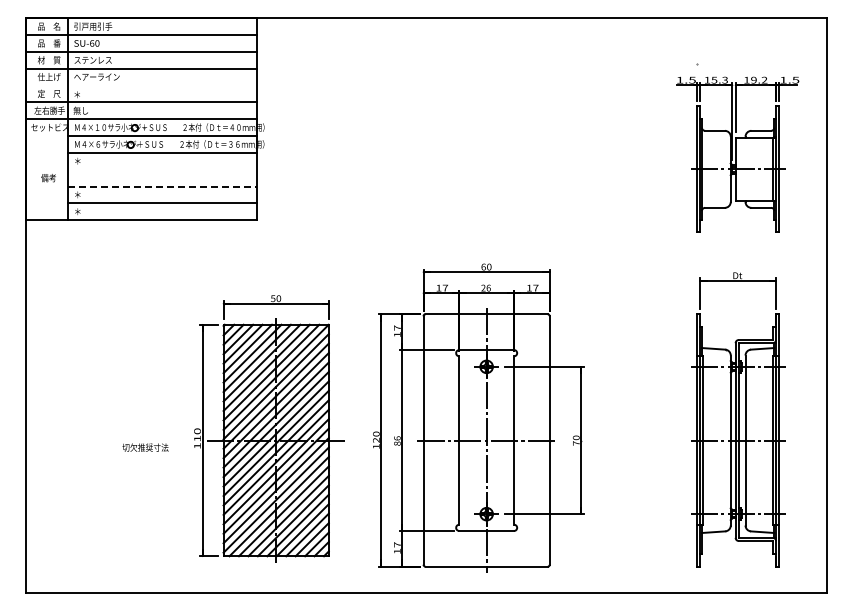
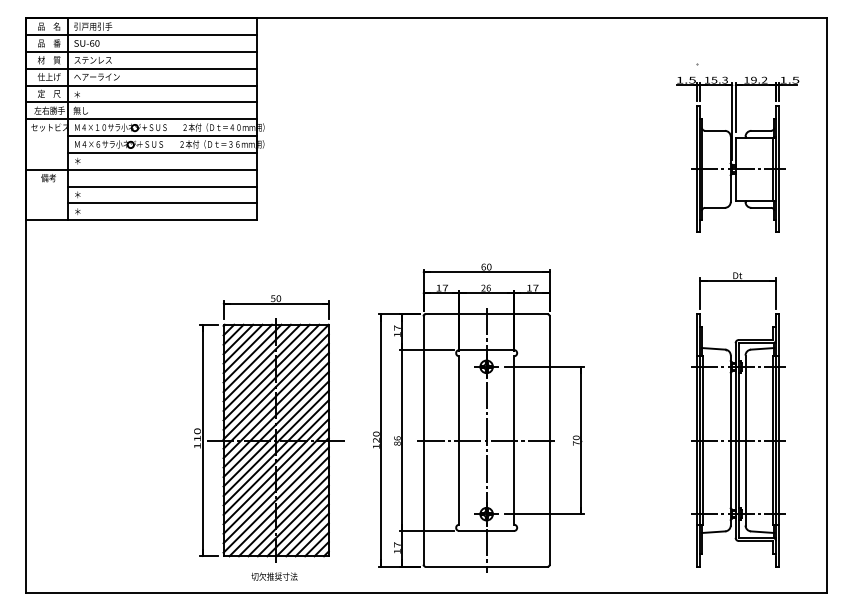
line at (141, 85): none -> present
line at (141, 169): none -> present
line at (162, 186): dashed -> solid
text at (145, 447) position: (145, 447) -> (274, 576)
